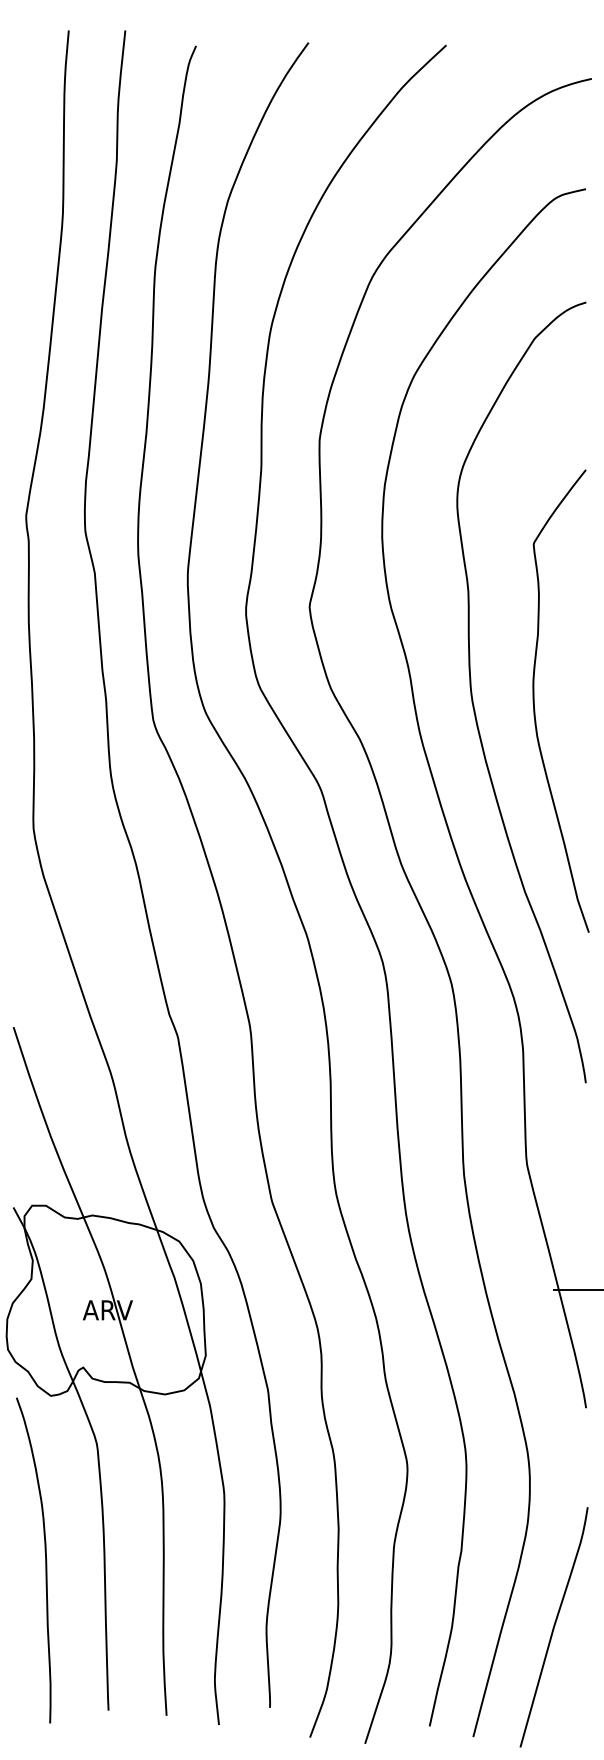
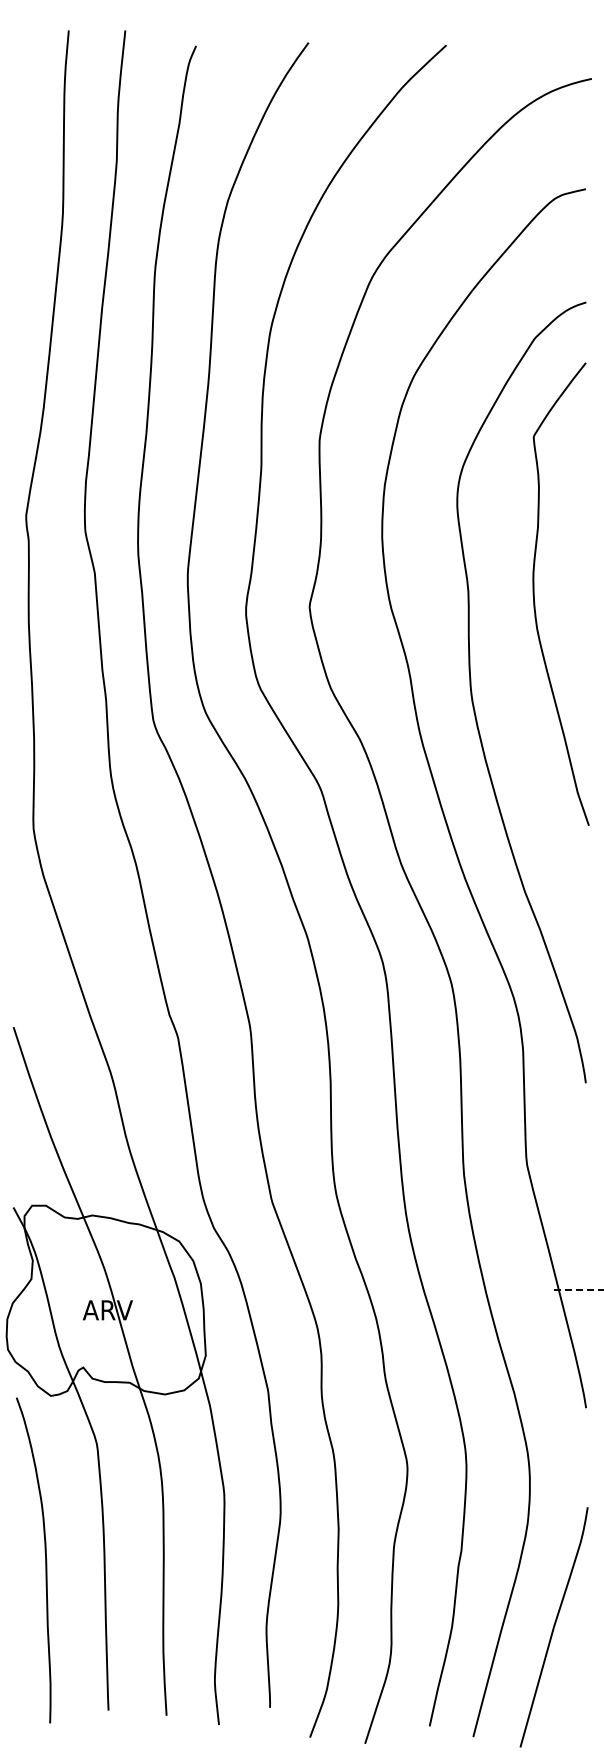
curve at (534, 700) position: (534, 700) -> (534, 593)
line at (578, 1290): solid -> dashed
